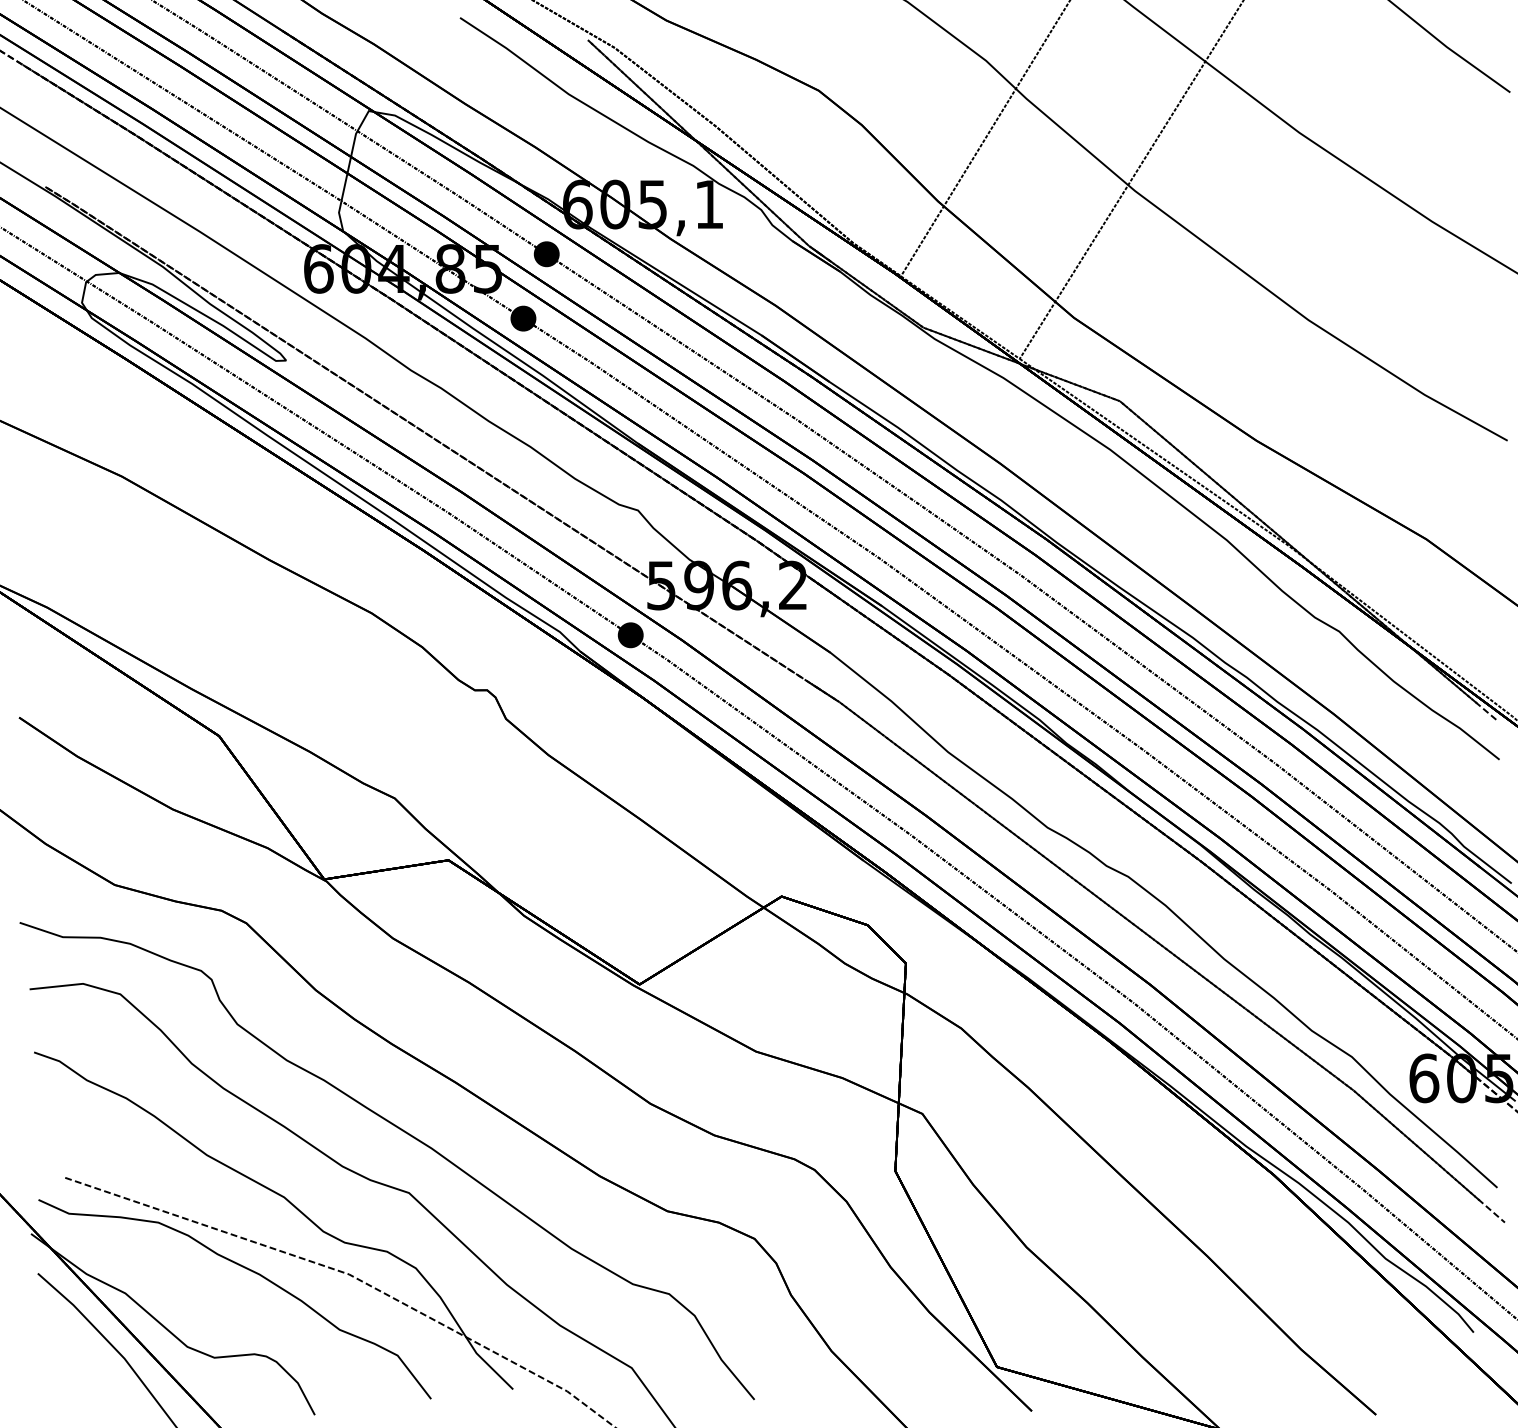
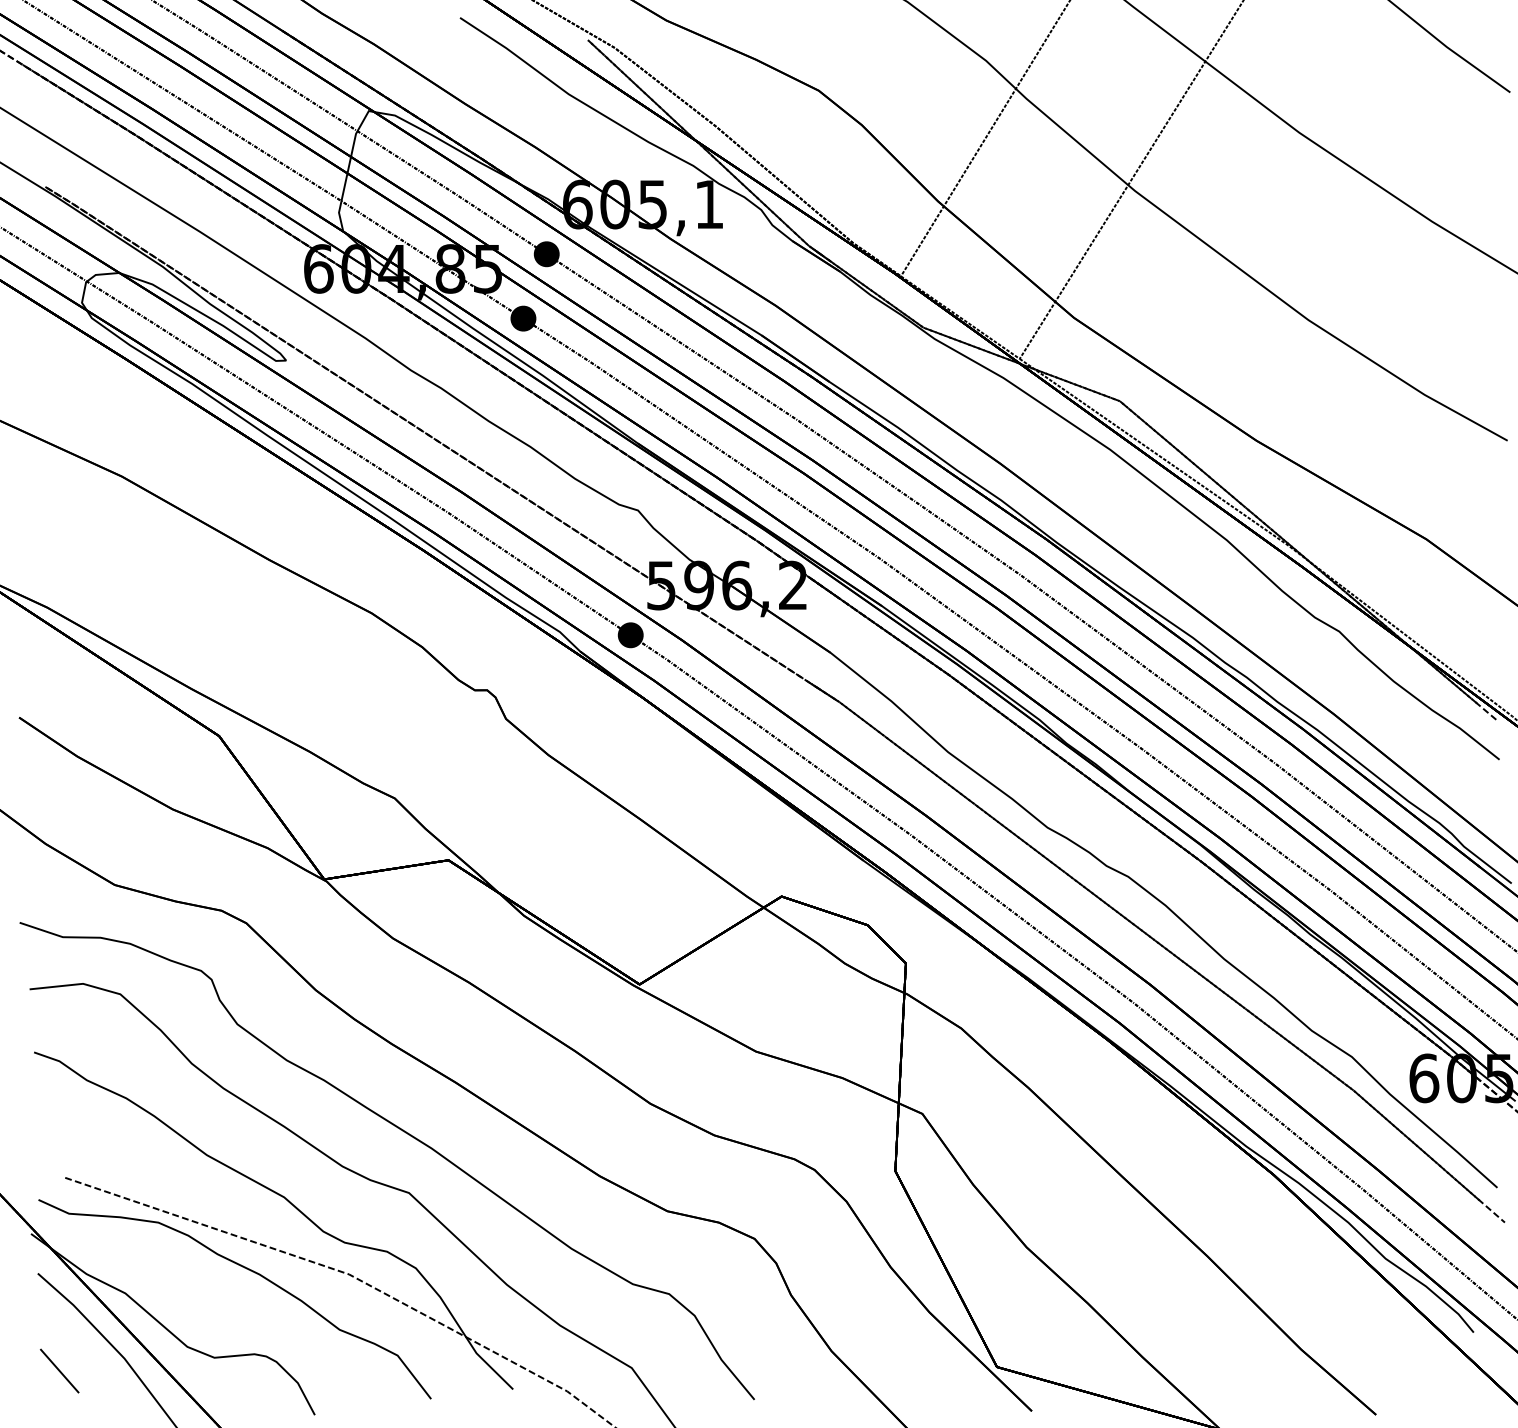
line at (59, 1370): none -> present
